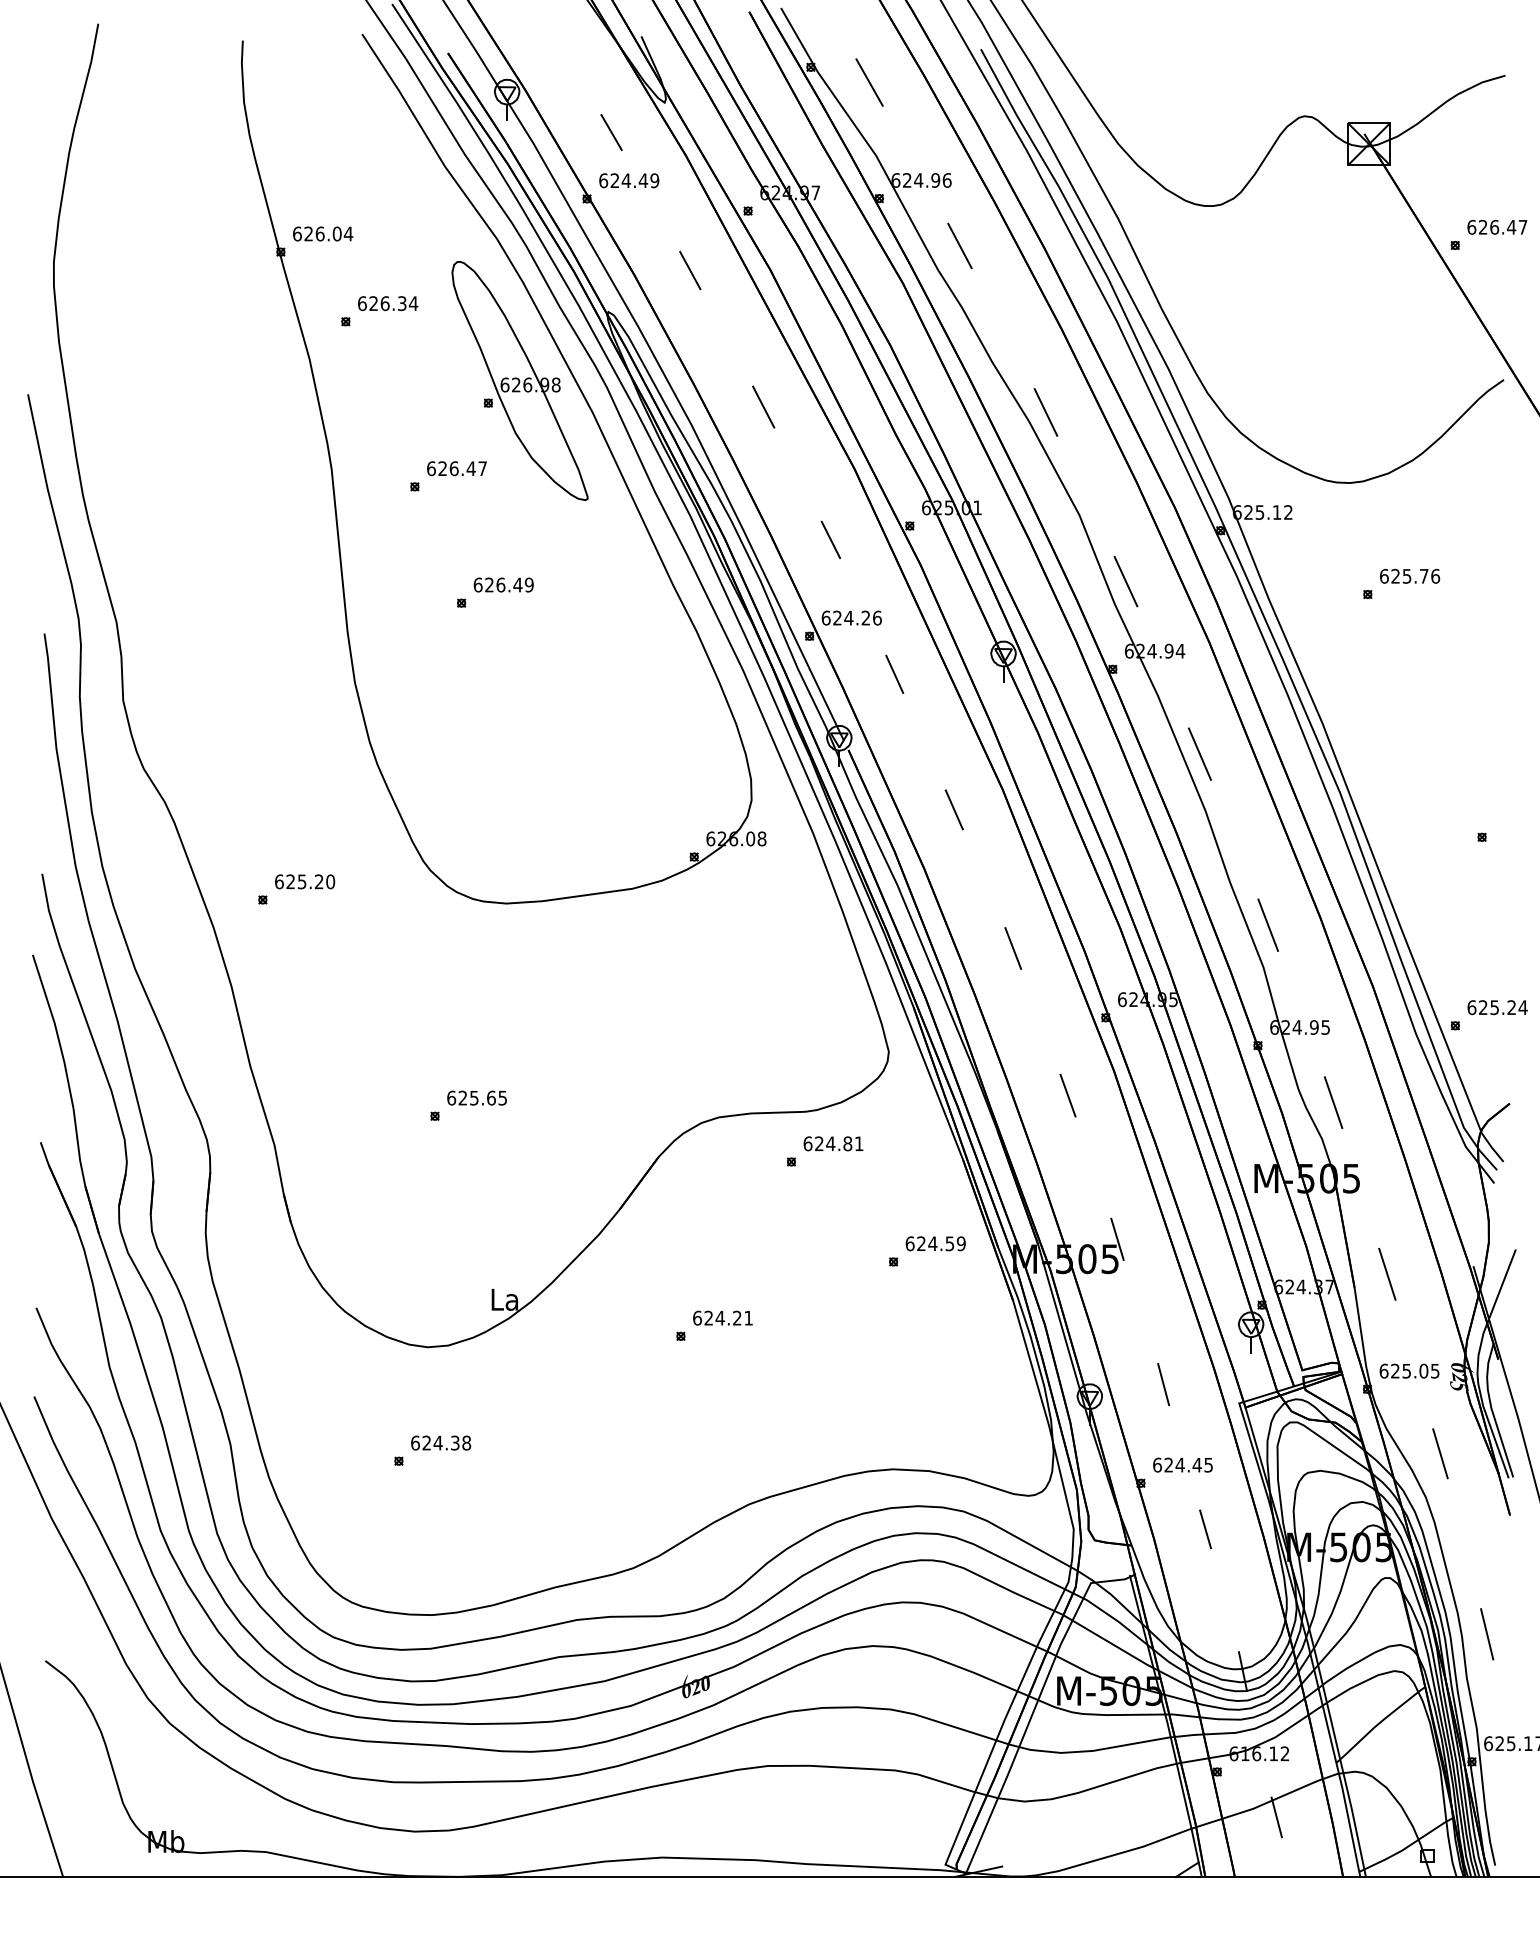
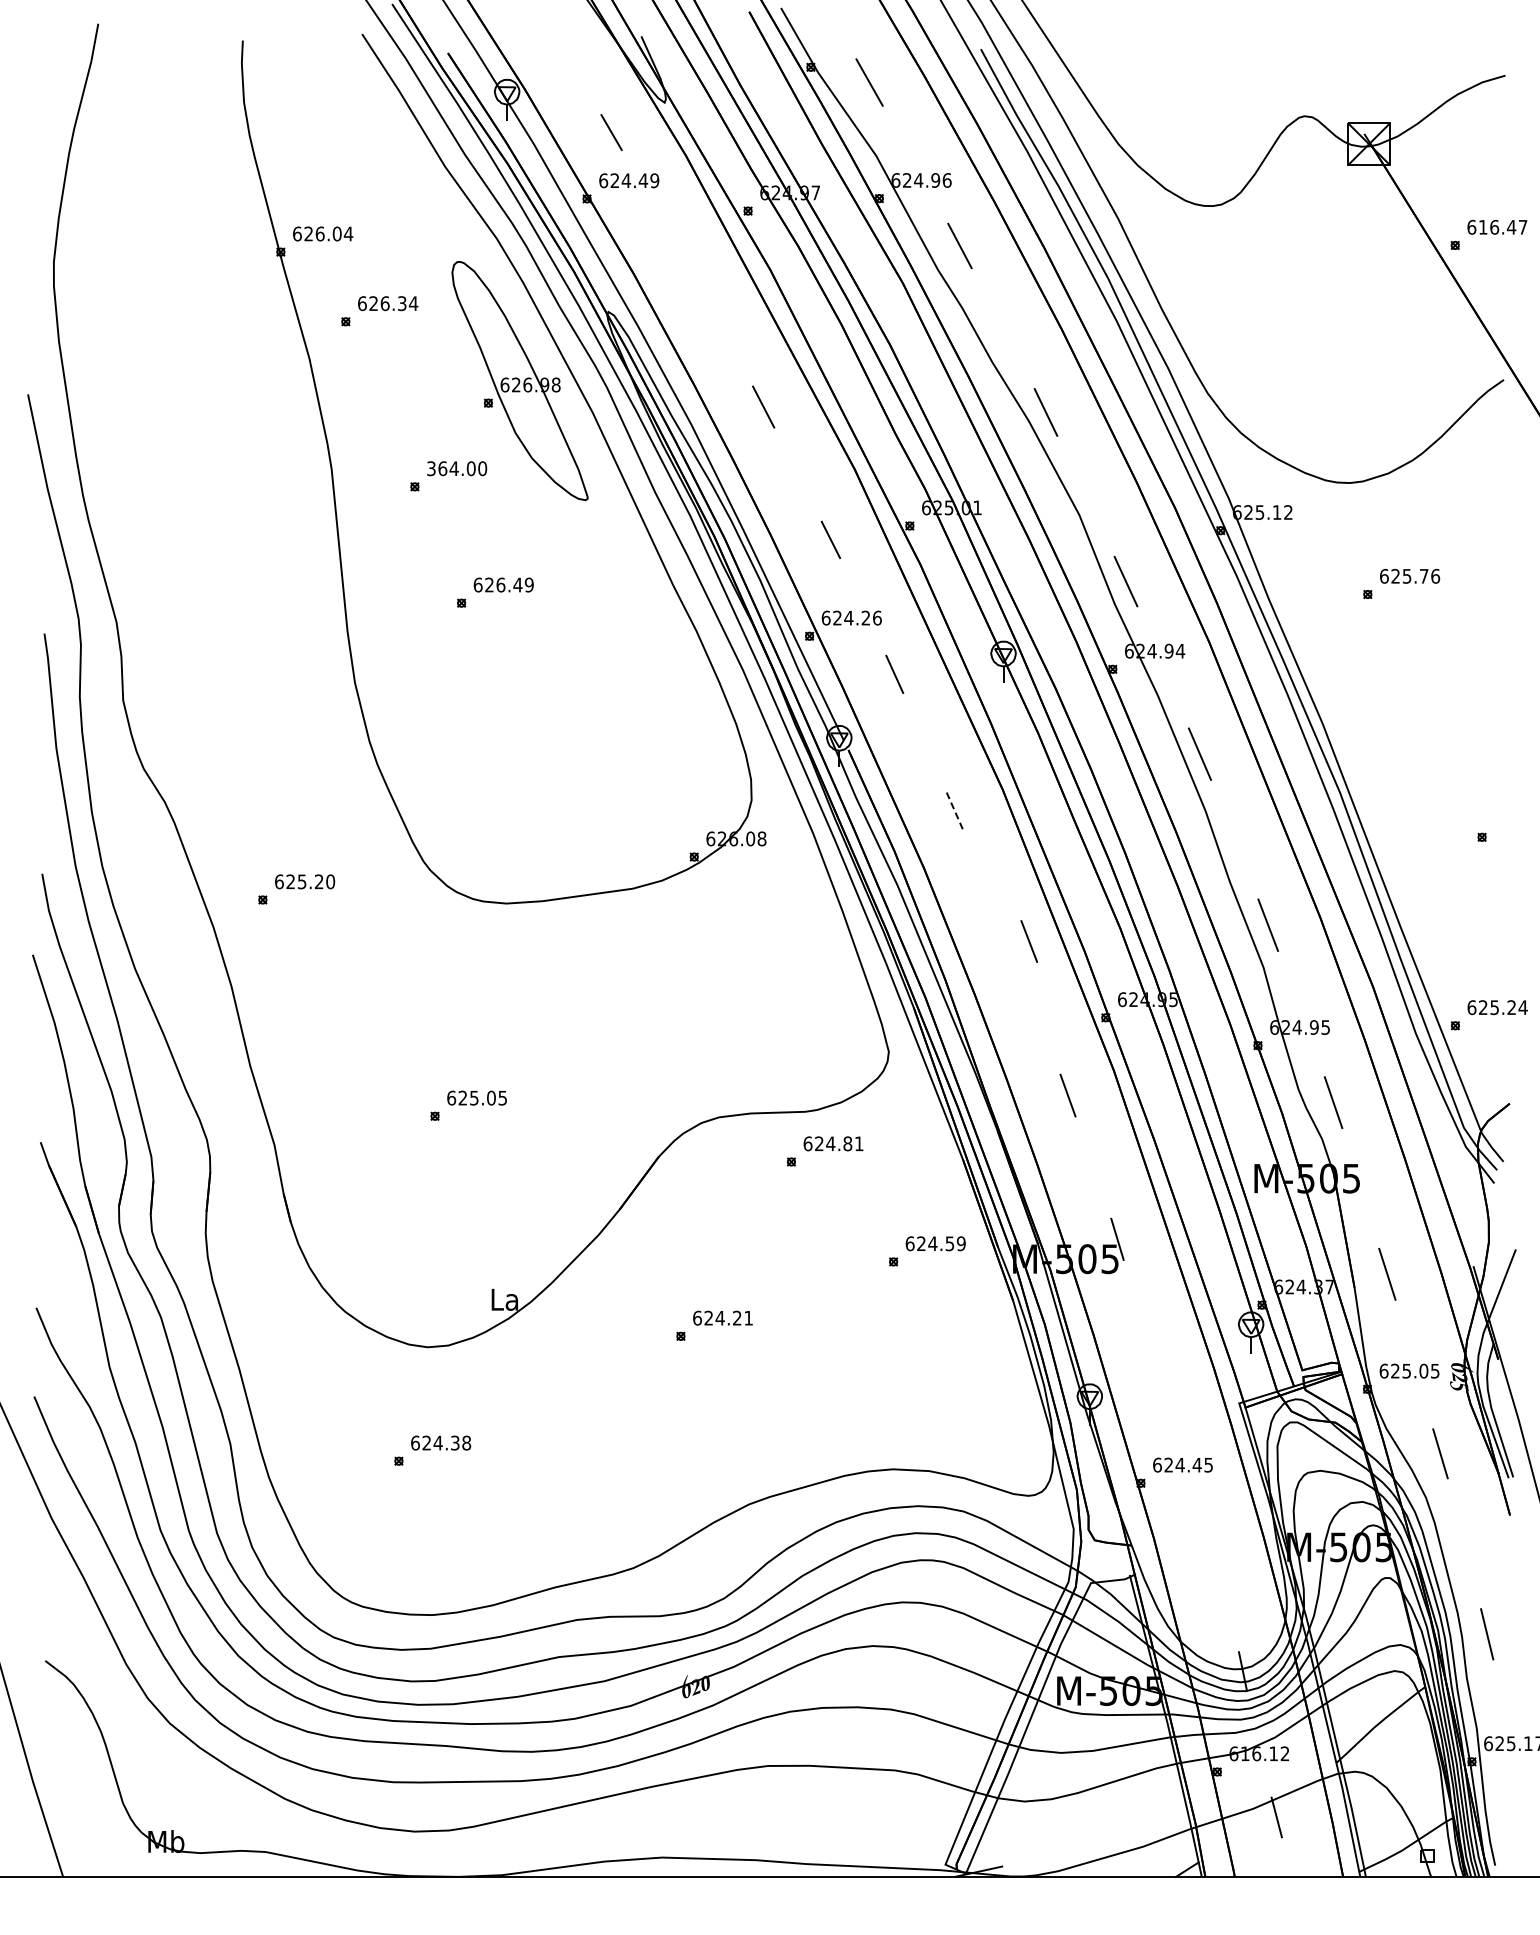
text at (1482, 226): 626.47 -> 616.47
line at (690, 270): present -> none
text at (457, 468): 626.47 -> 364.00
line at (954, 809): solid -> dashed
line at (1013, 948) position: (1013, 948) -> (1029, 941)
text at (491, 1097): 625.65 -> 625.05
line at (1163, 1384): present -> none
line at (1205, 1529): present -> none
